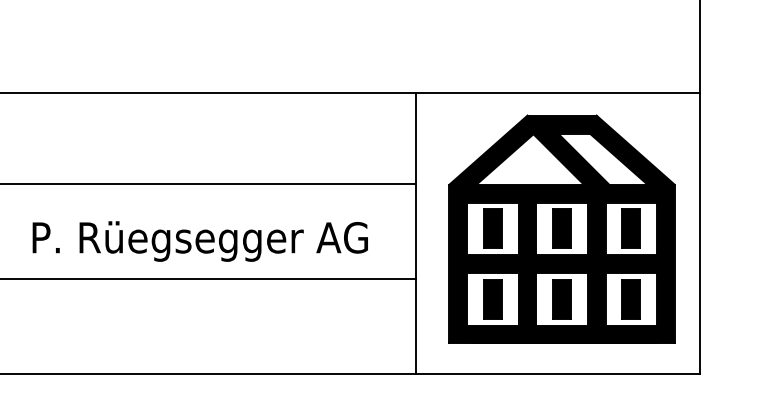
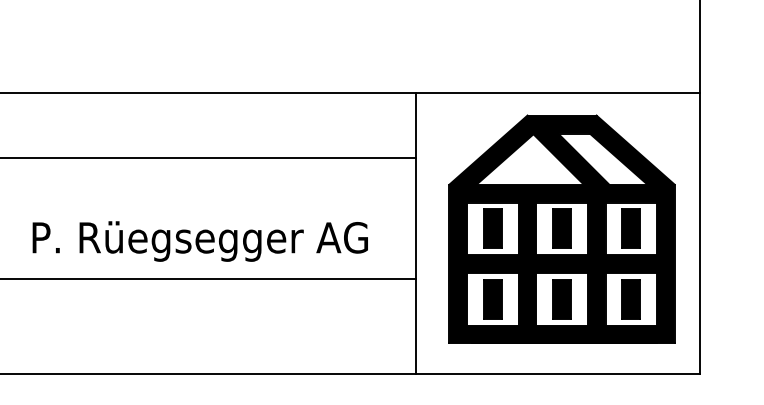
line at (209, 183) position: (209, 183) -> (209, 157)
